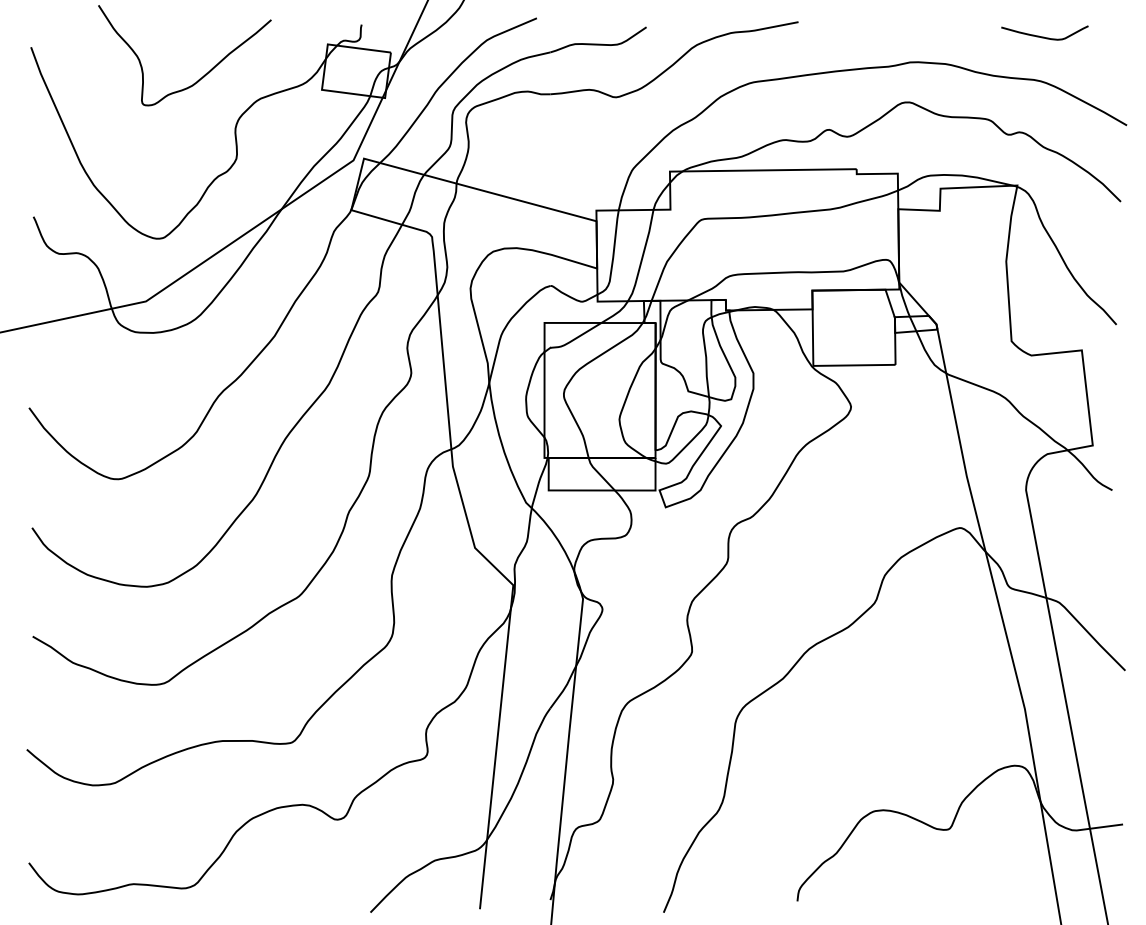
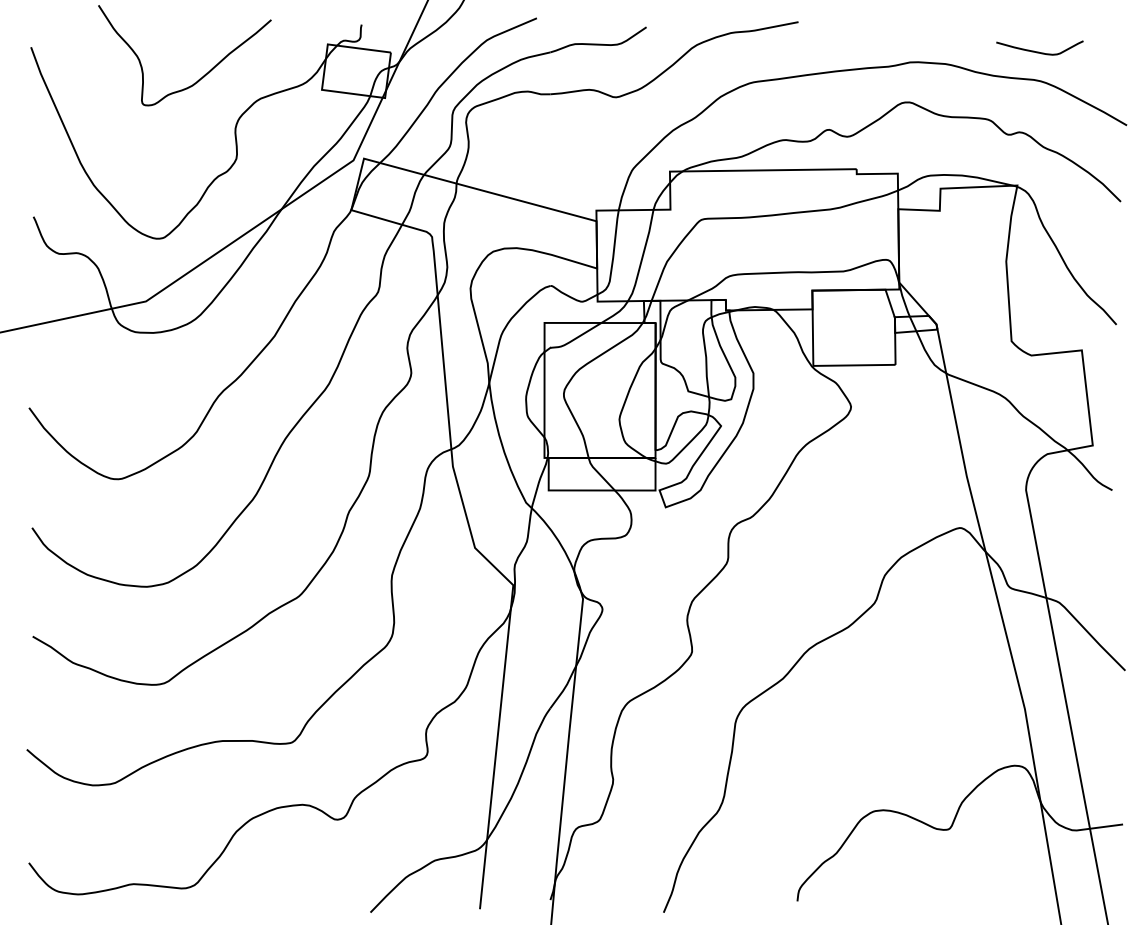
curve at (1044, 36) position: (1044, 36) -> (1039, 51)
